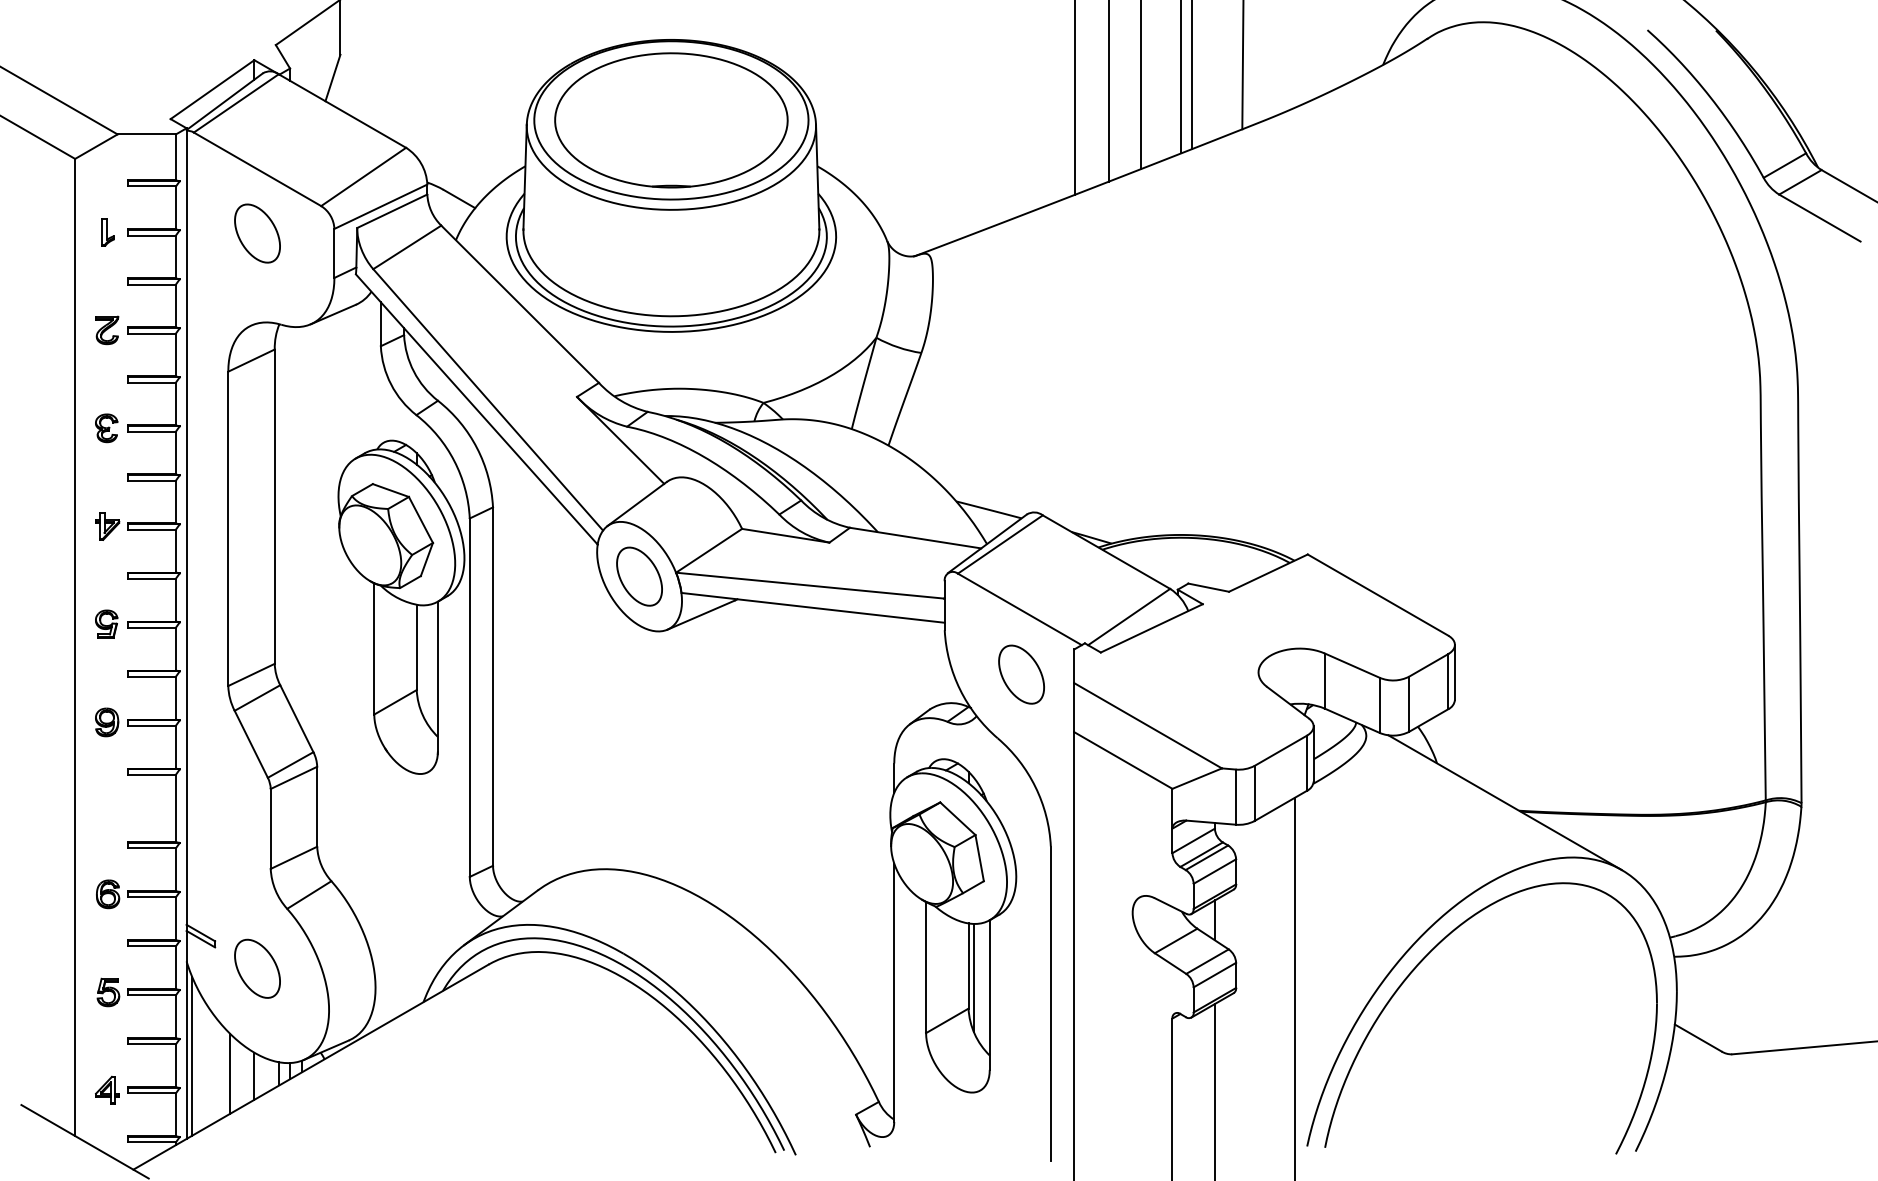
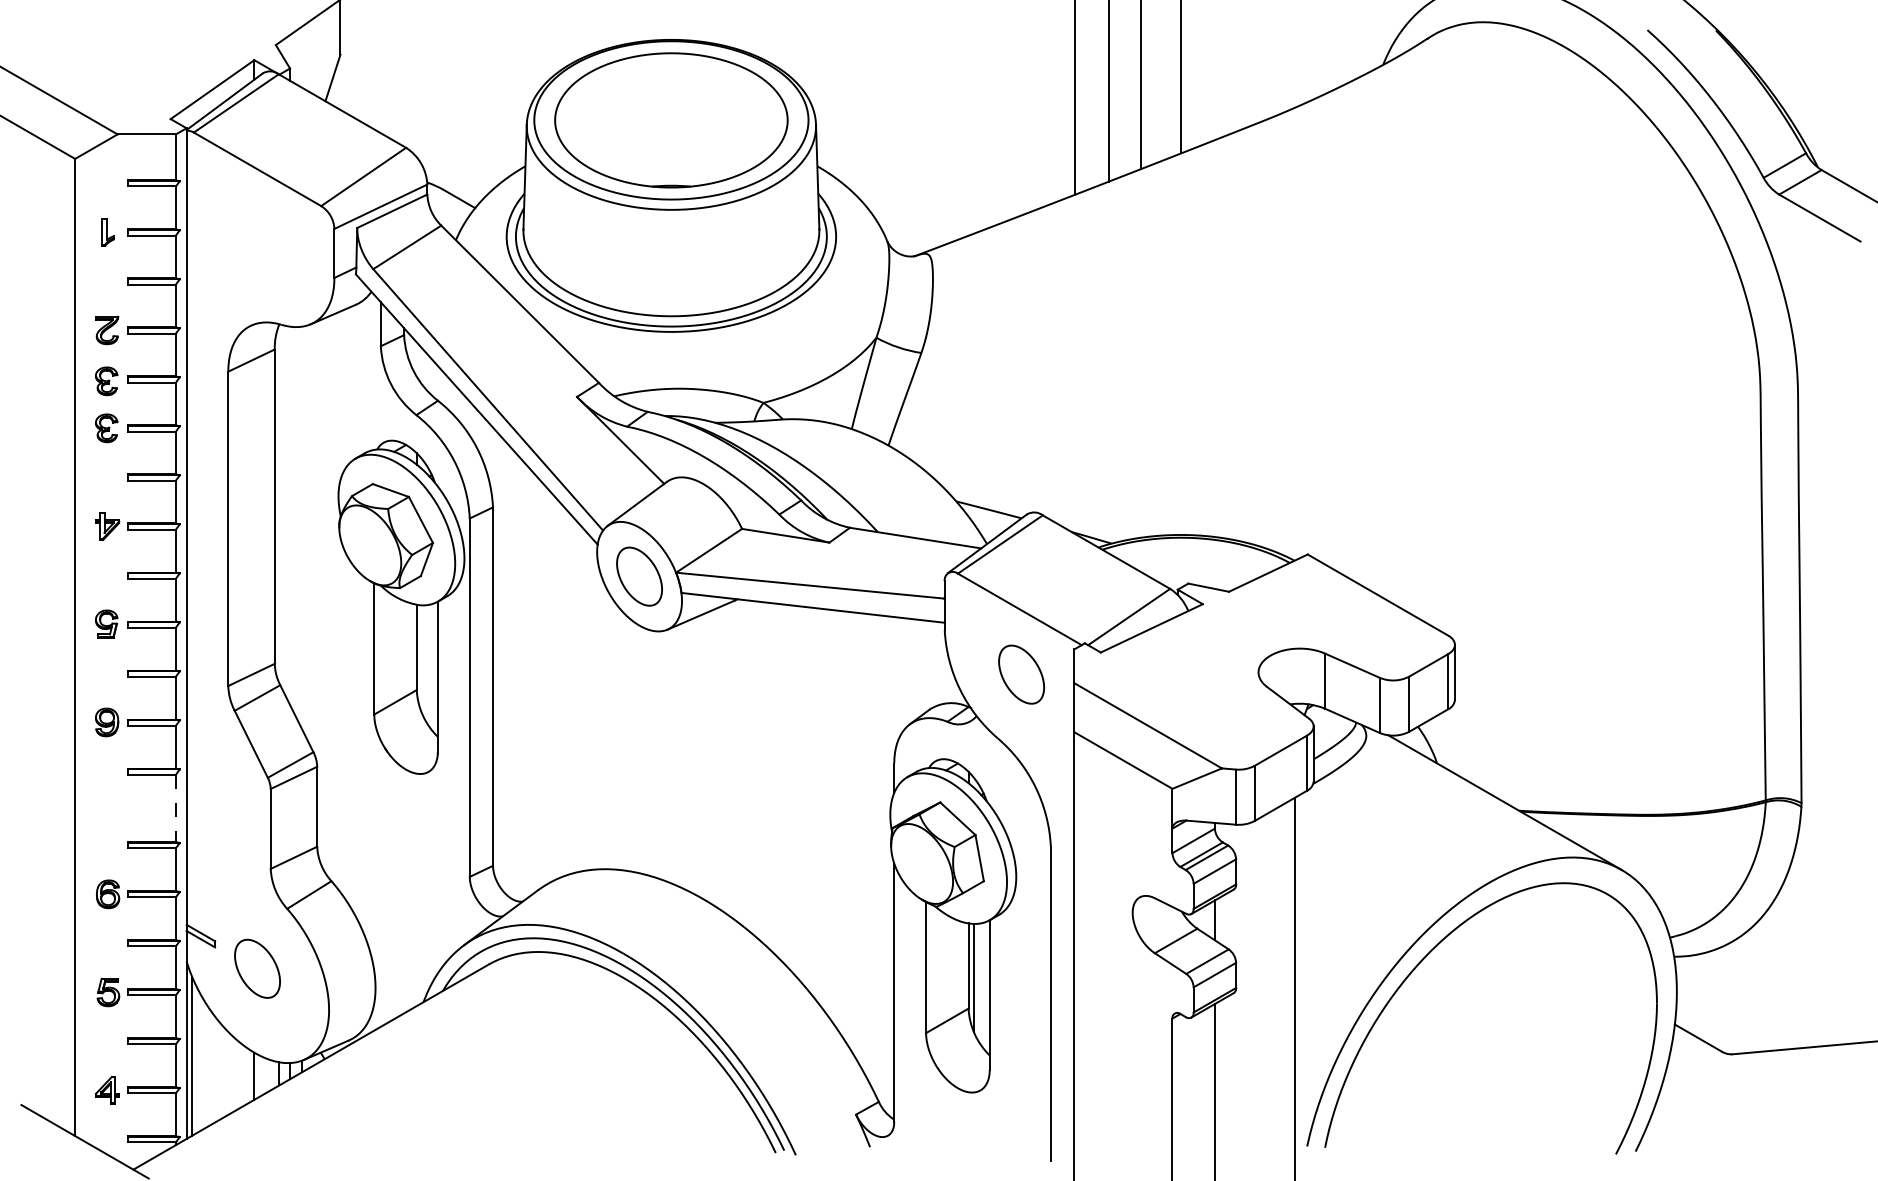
line at (1242, 65): present -> none
line at (1192, 75): present -> none
part at (257, 233): present -> none
part at (106, 381): none -> present
line at (175, 808): solid -> dashed
line at (230, 1073): present -> none
